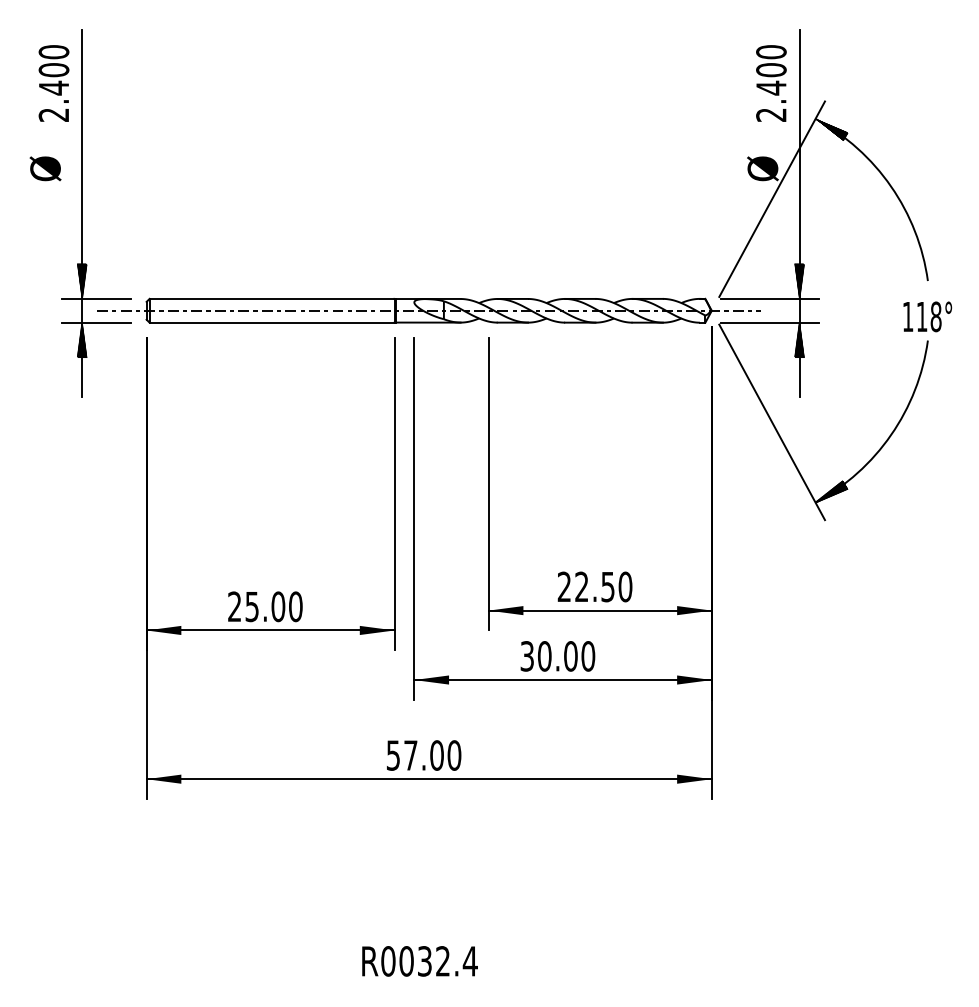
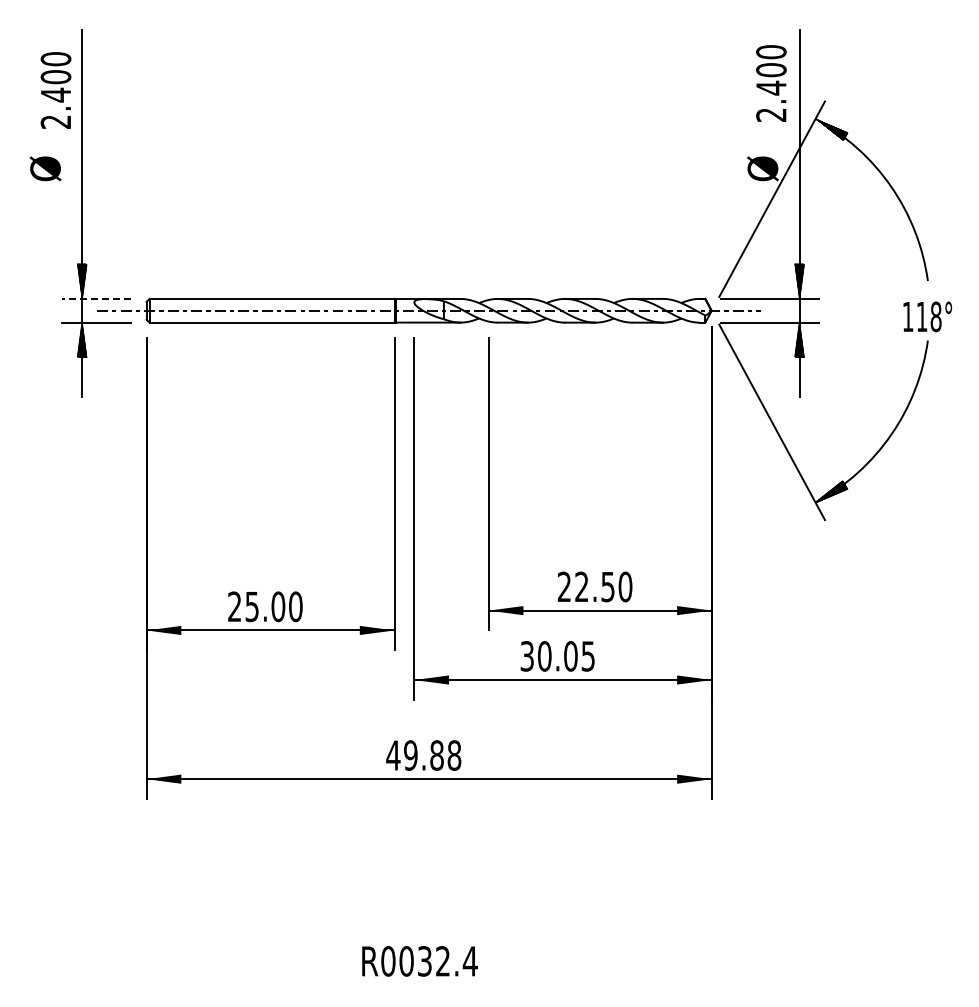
text at (53, 83) position: (53, 83) -> (55, 90)
line at (96, 298): solid -> dashed
text at (588, 656): 30.00 -> 30.05
text at (423, 755): 57.00 -> 49.88
